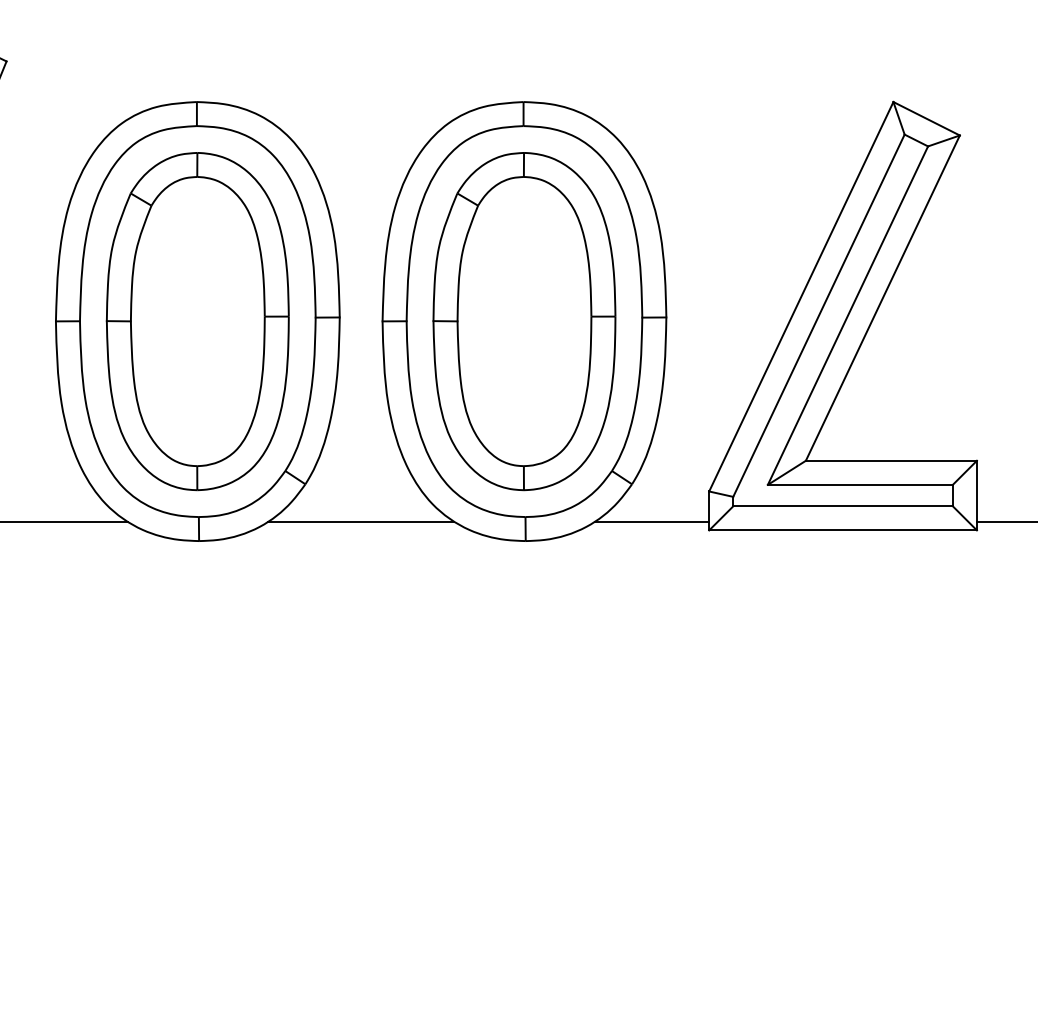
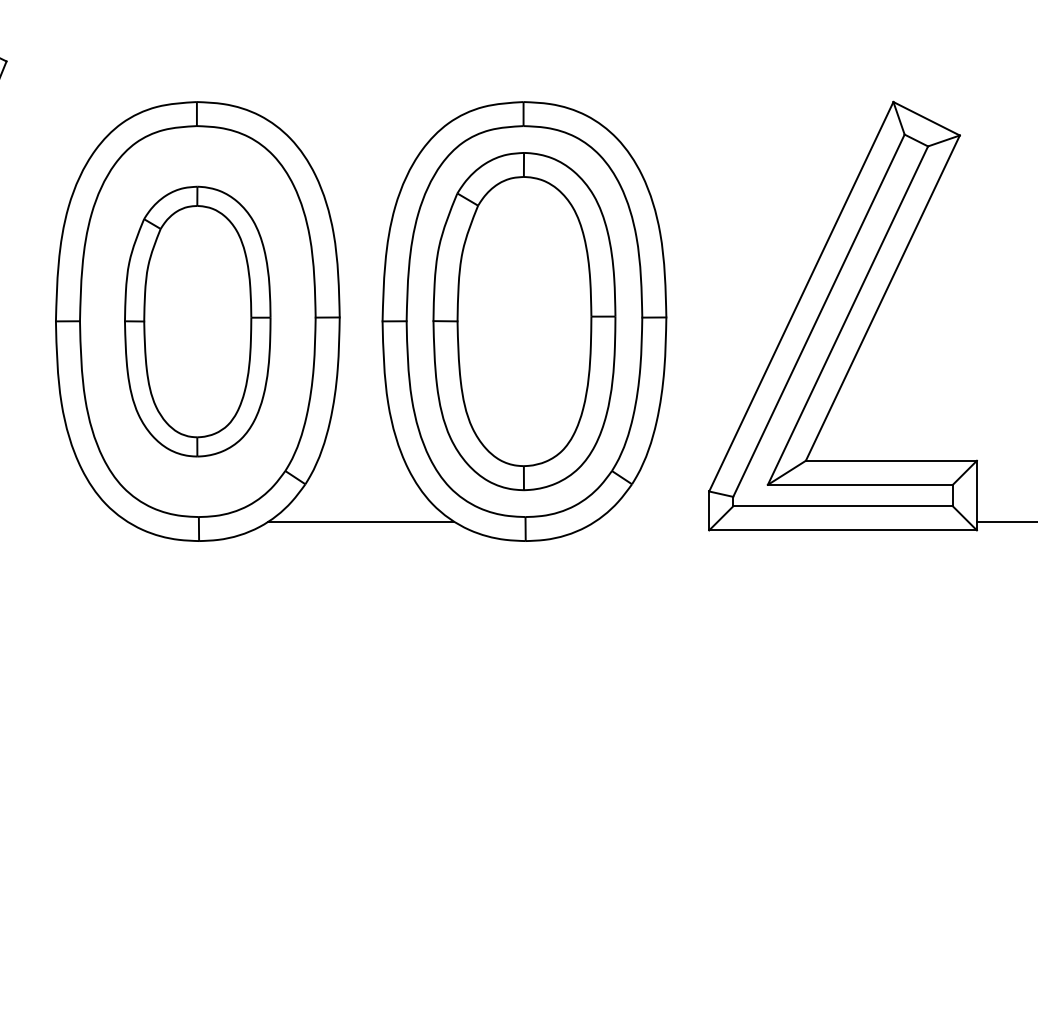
part at (197, 321) size: 185x340 px -> 148x273 px
line at (64, 521): present -> none
line at (651, 521): present -> none
